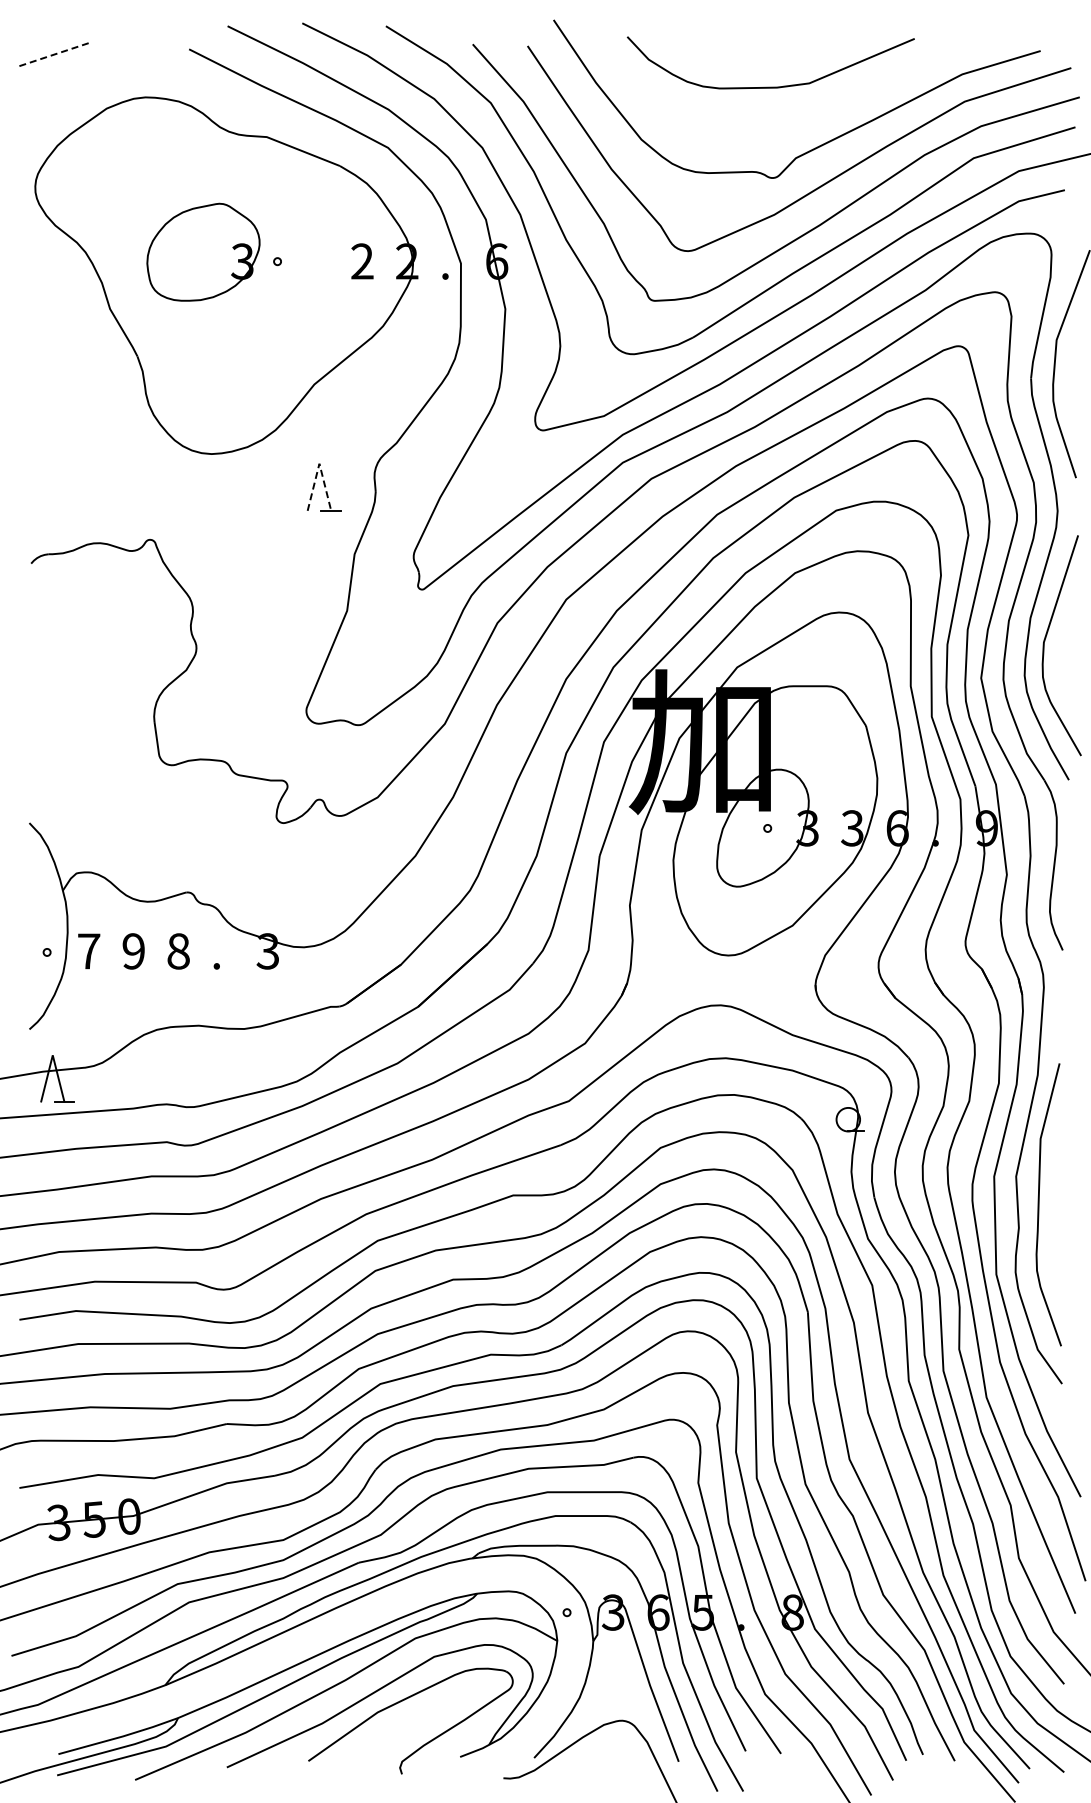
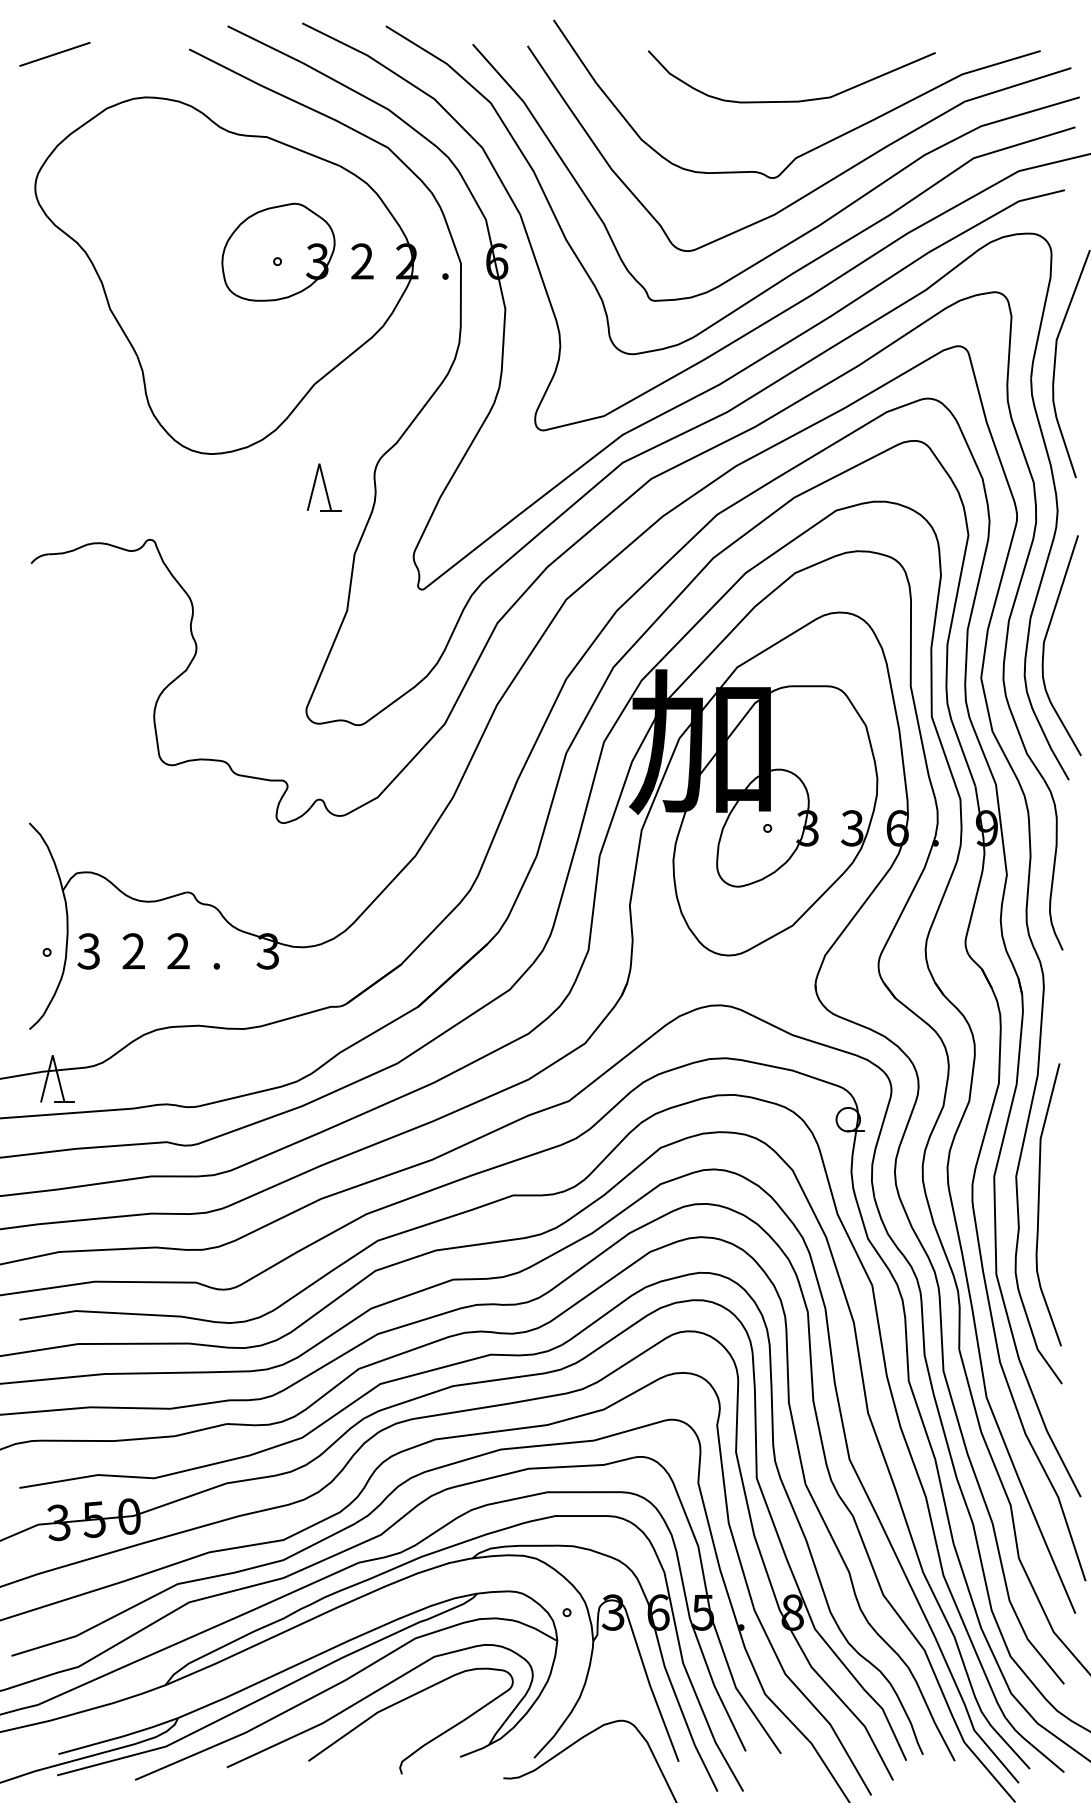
line at (55, 54): dashed -> solid
curve at (770, 86) position: (770, 86) -> (791, 100)
part at (203, 251) position: (203, 251) -> (278, 251)
line at (319, 463): dashed -> solid
text at (88, 951): 7 -> 3
text at (133, 951): 9 -> 2
text at (178, 951): 8 -> 2
